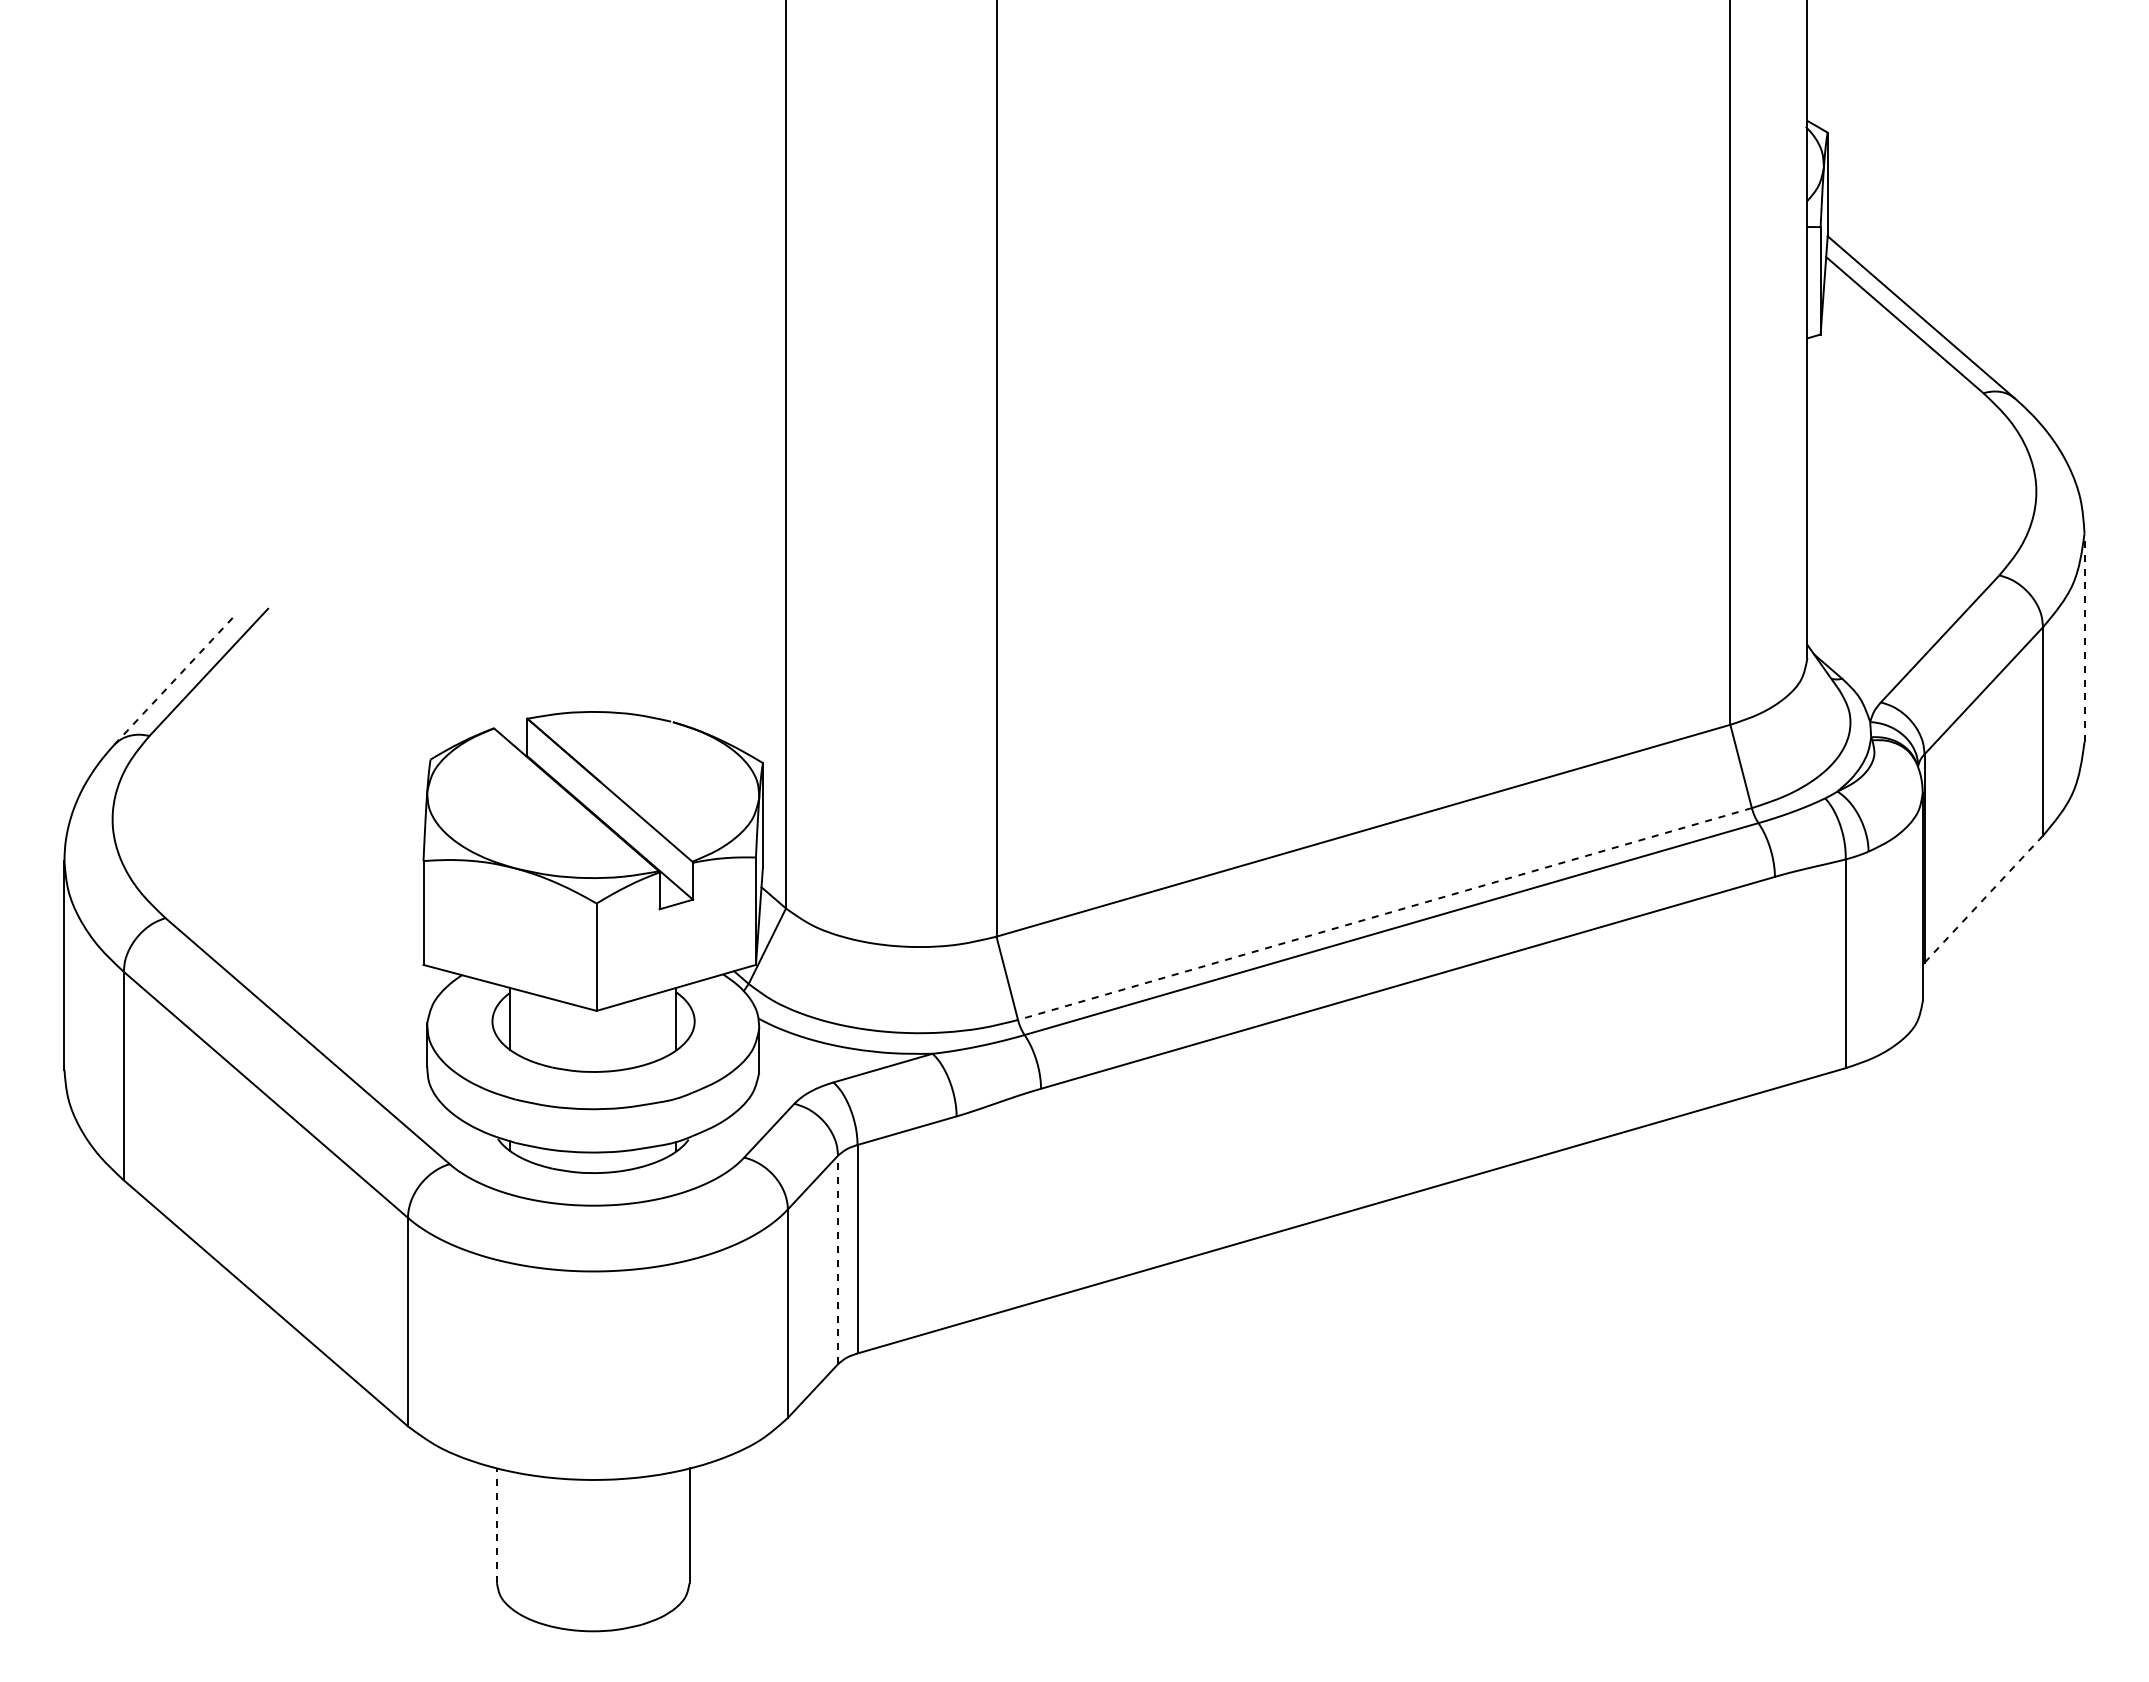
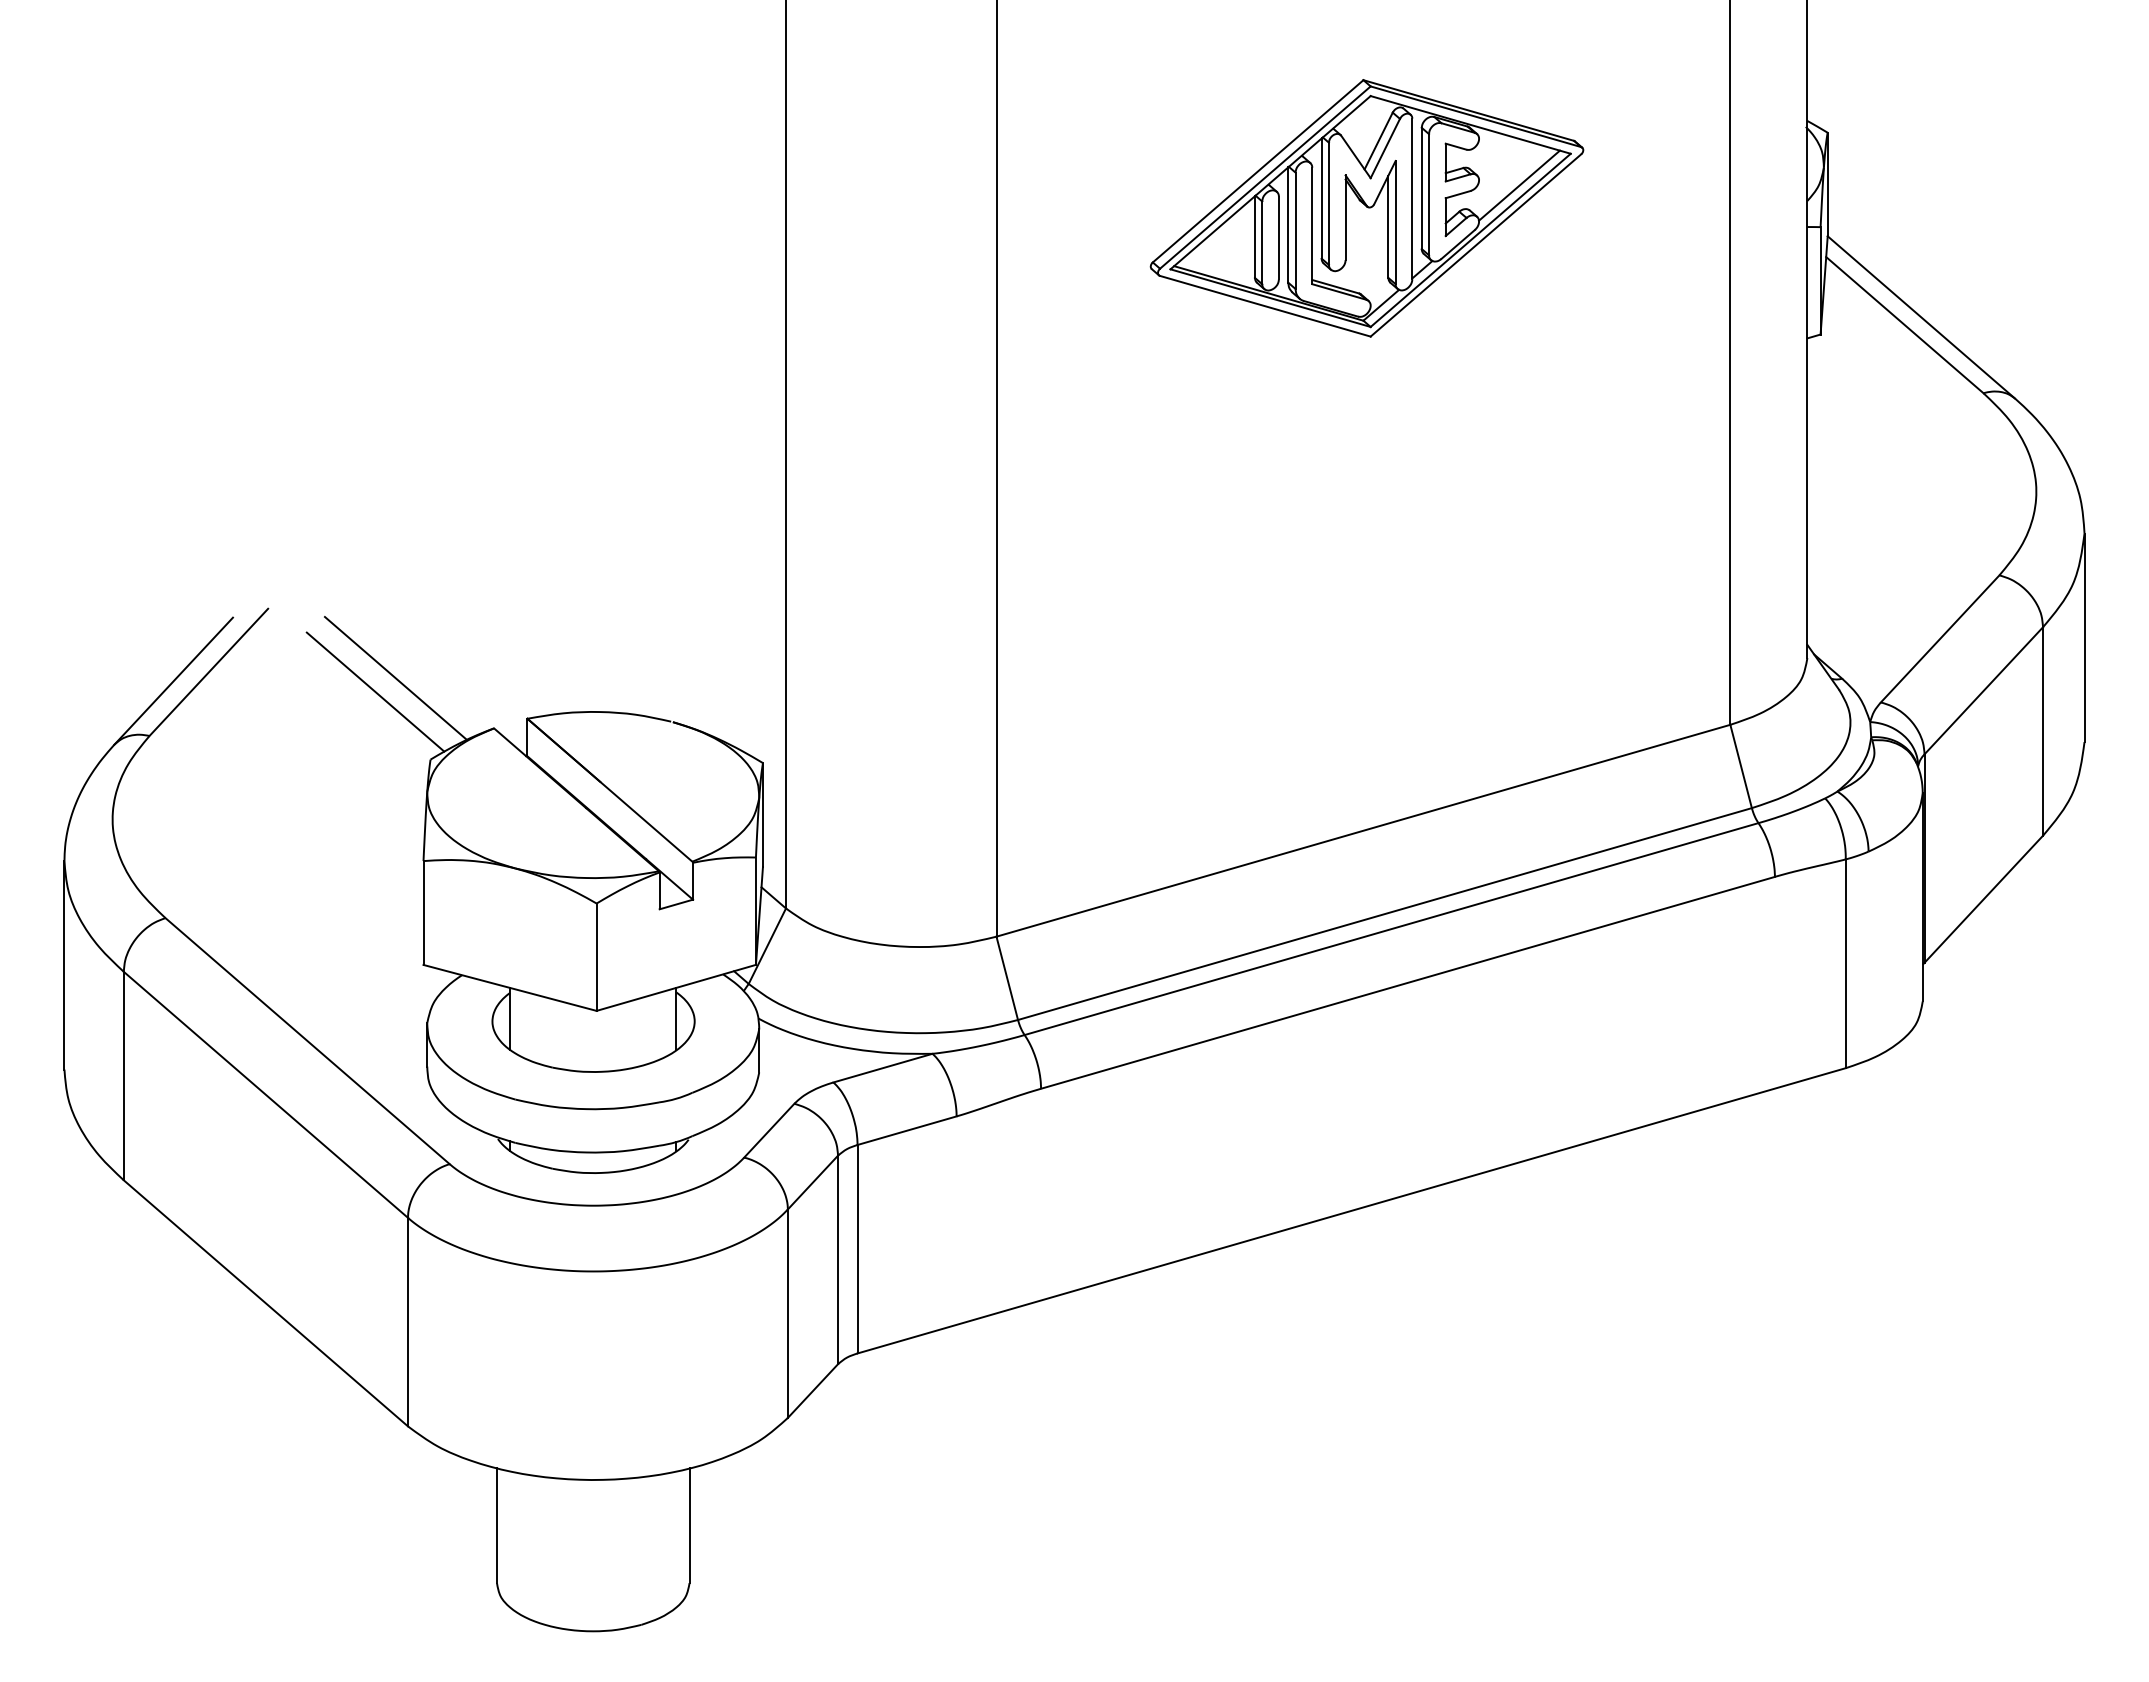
part at (1366, 208): none -> present
line at (2084, 637): dashed -> solid
line at (395, 677): none -> present
line at (173, 681): dashed -> solid
line at (375, 691): none -> present
line at (1983, 899): dashed -> solid
line at (1384, 914): dashed -> solid
line at (838, 1259): dashed -> solid
line at (496, 1525): dashed -> solid
